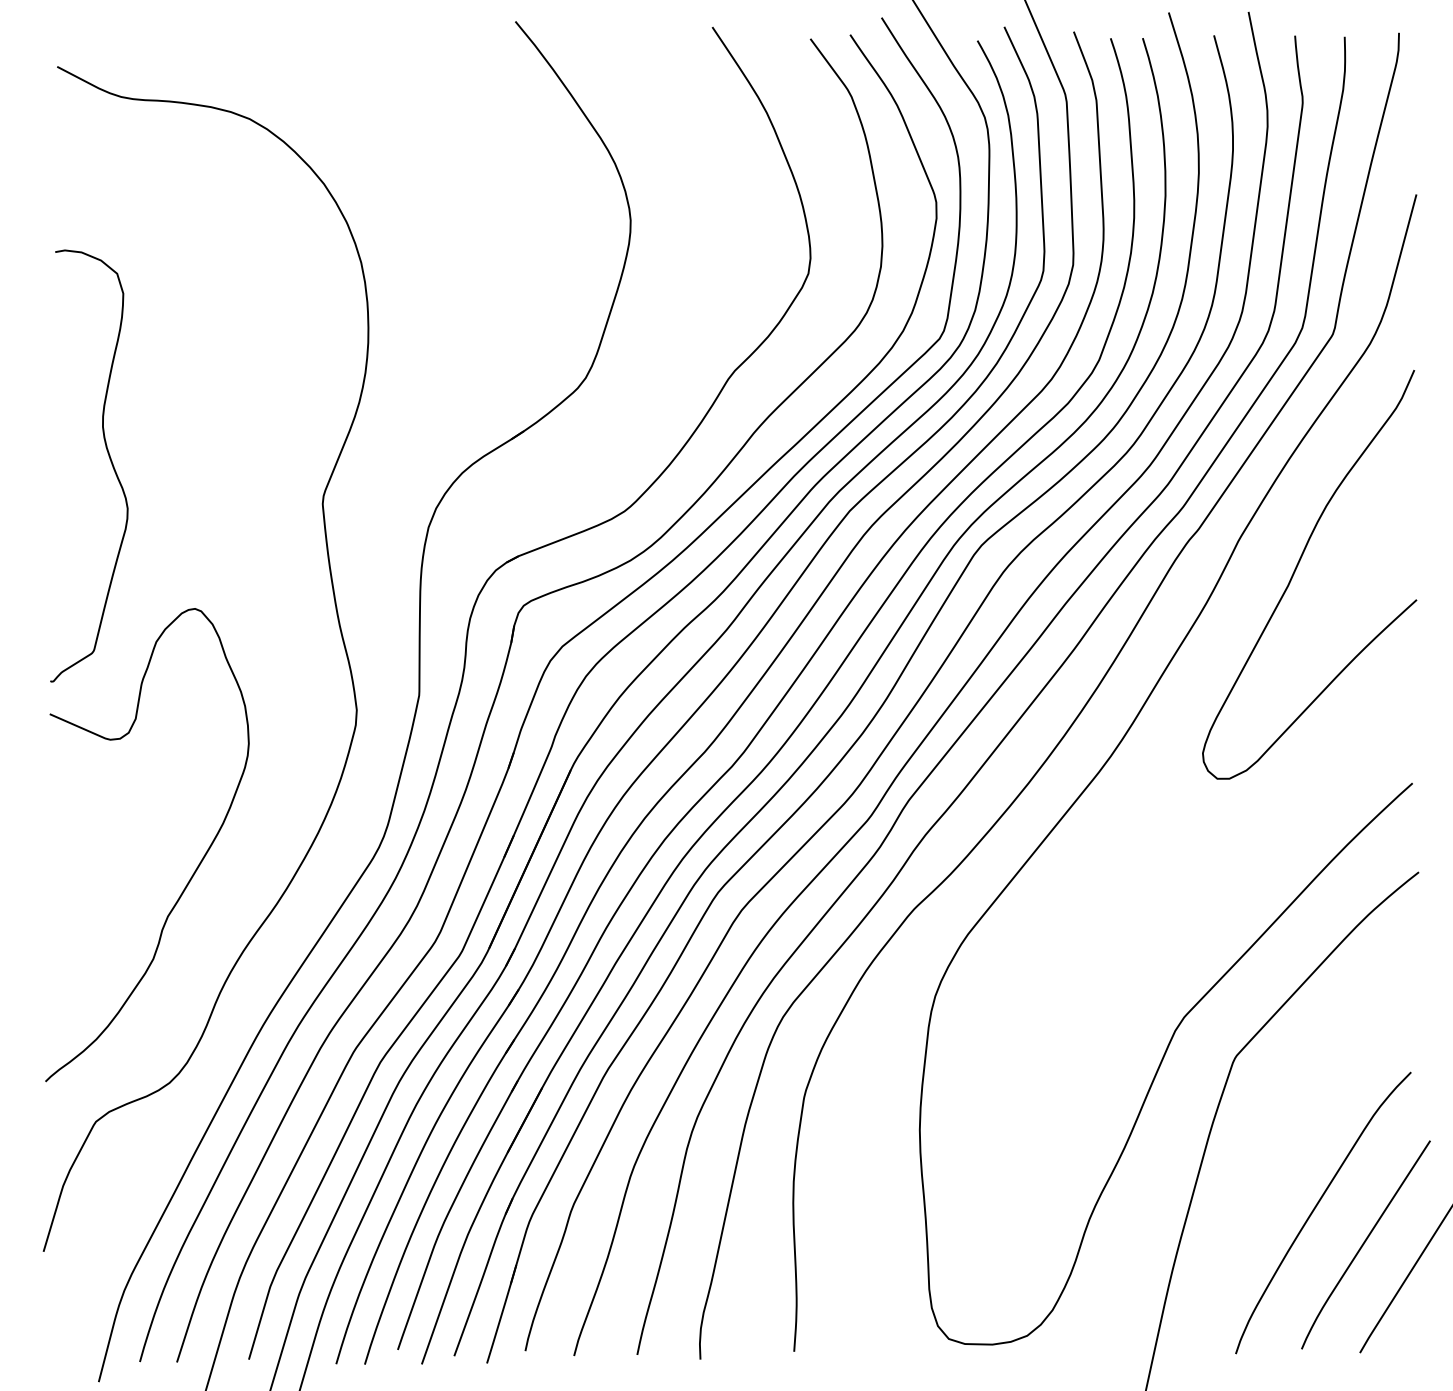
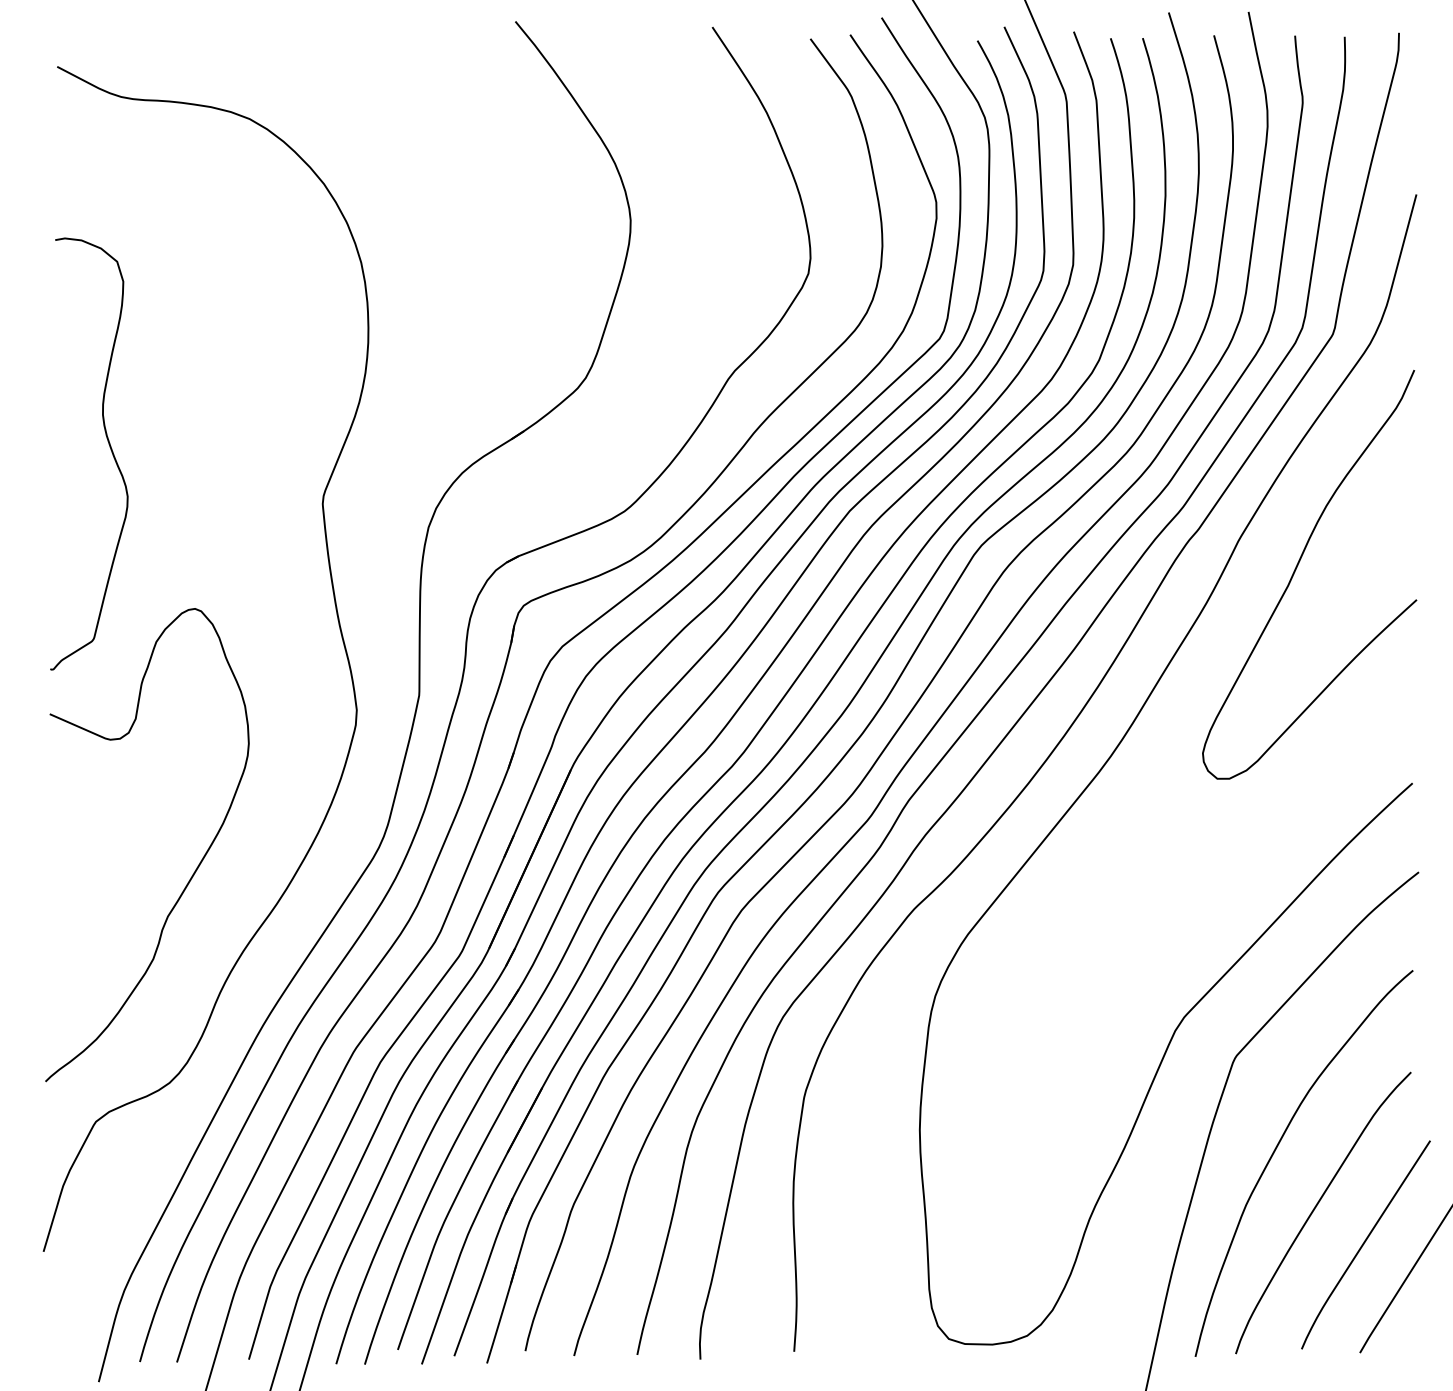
curve at (109, 459) position: (109, 459) -> (109, 447)
curve at (1278, 1146): none -> present
